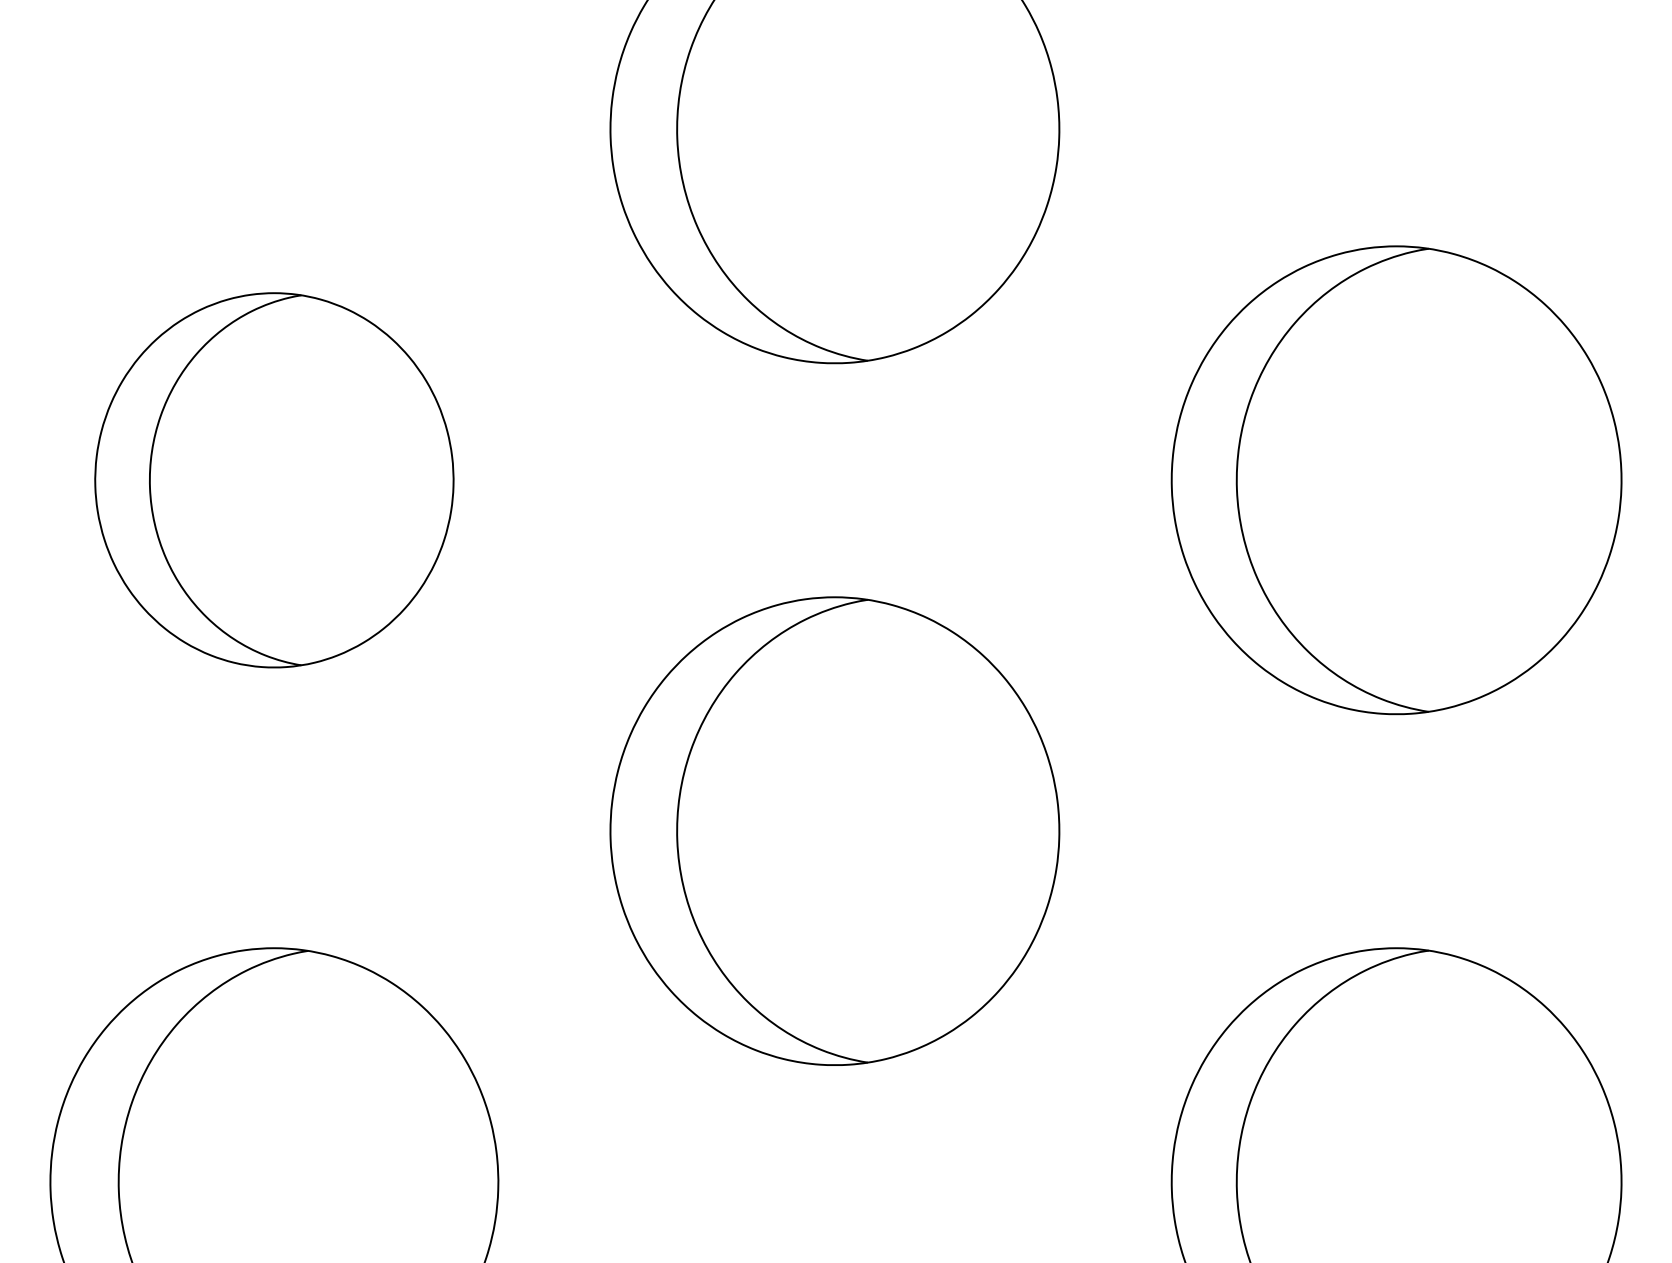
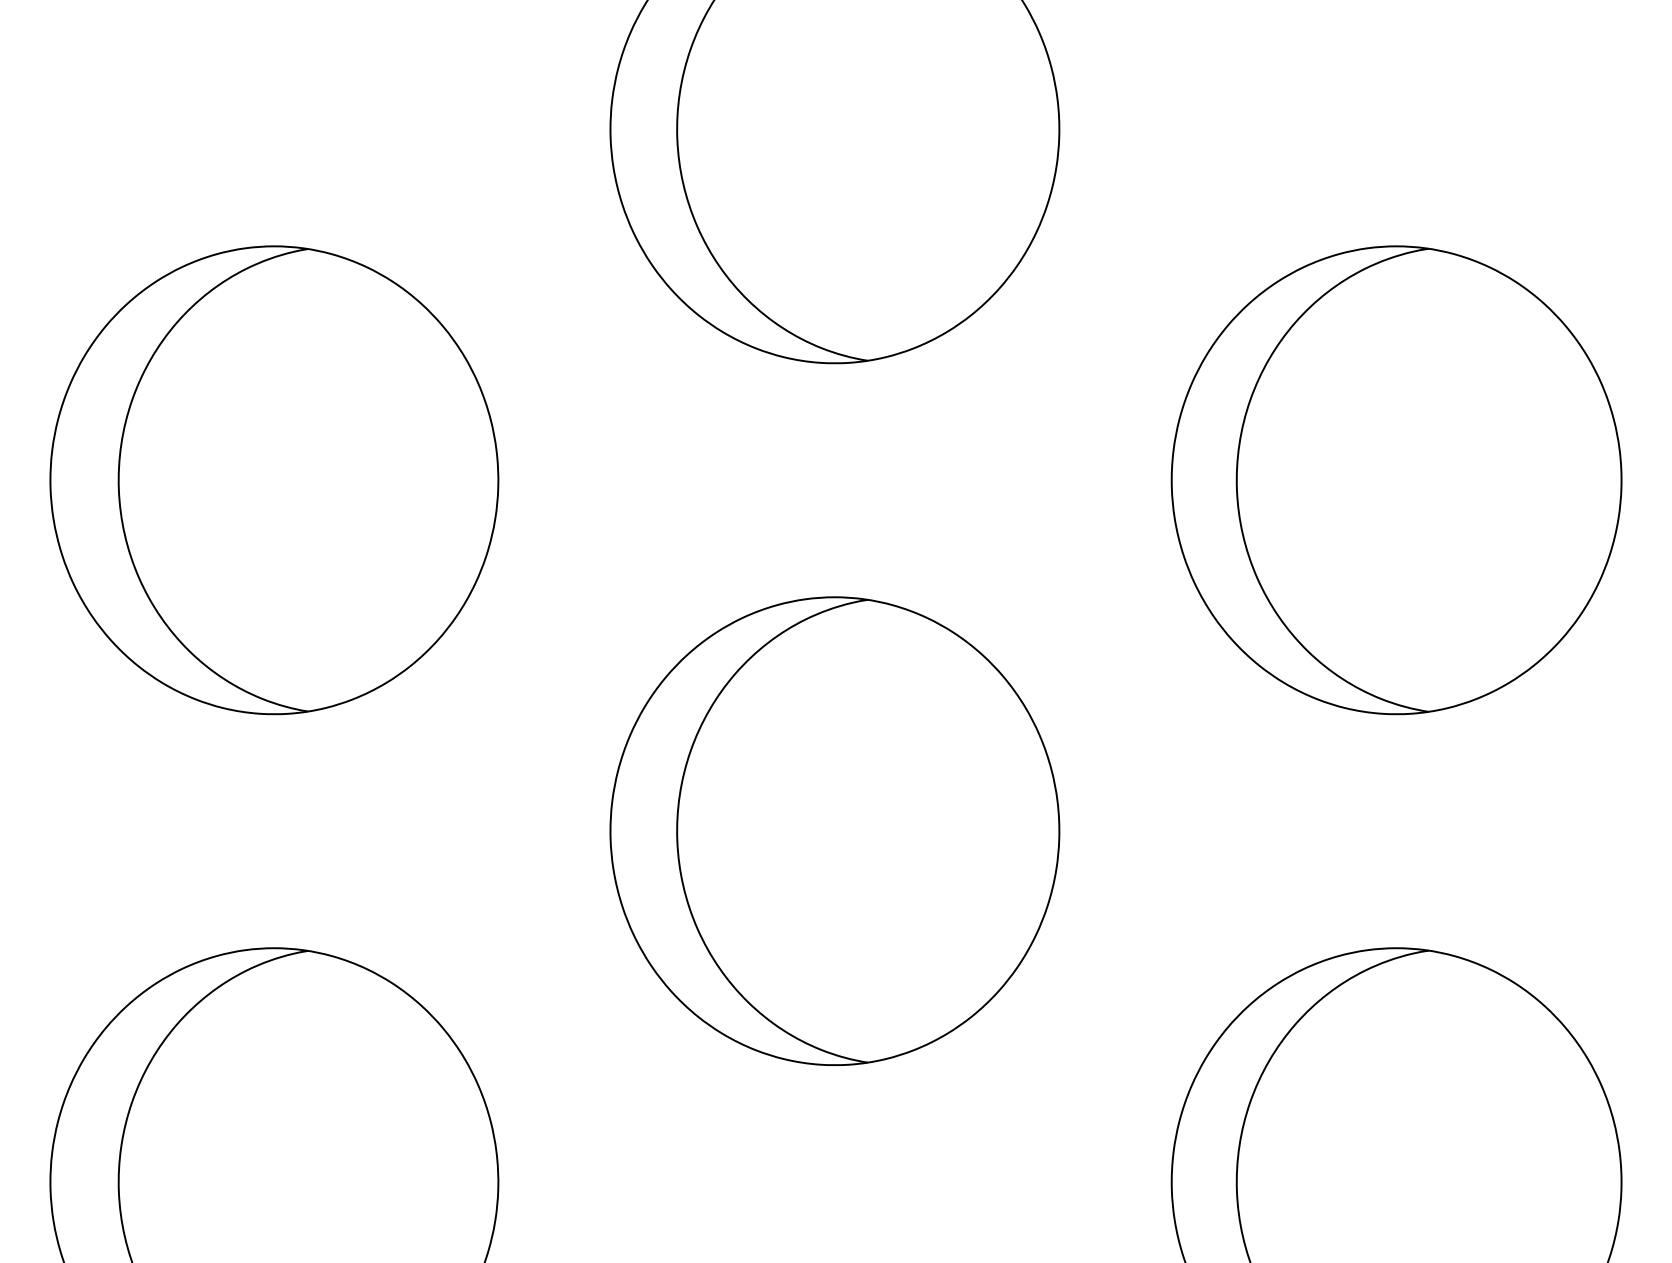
part at (274, 480) size: 361x377 px -> 451x471 px
